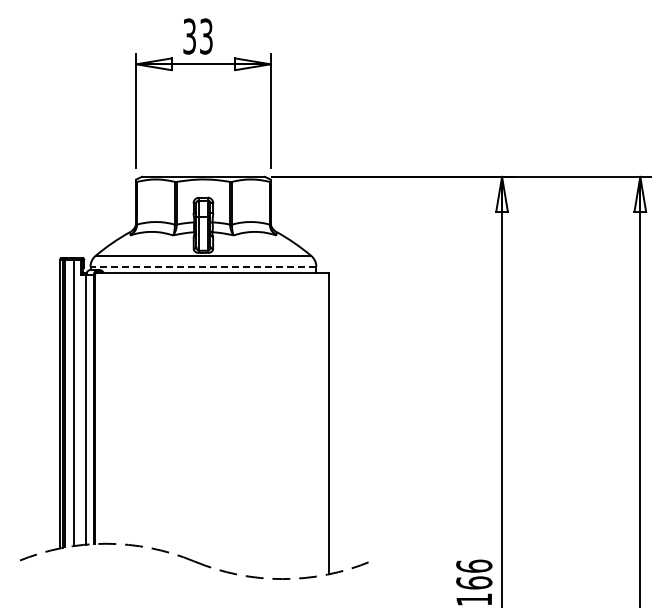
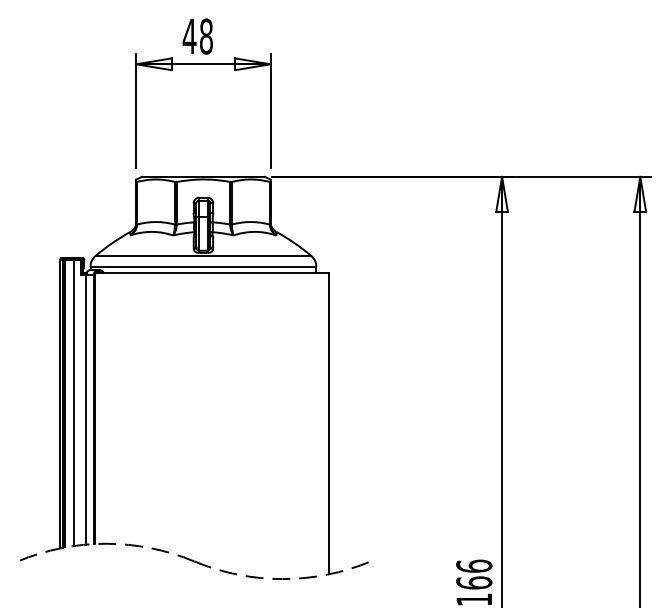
text at (197, 36): 33 -> 48
line at (203, 266): dashed -> solid
